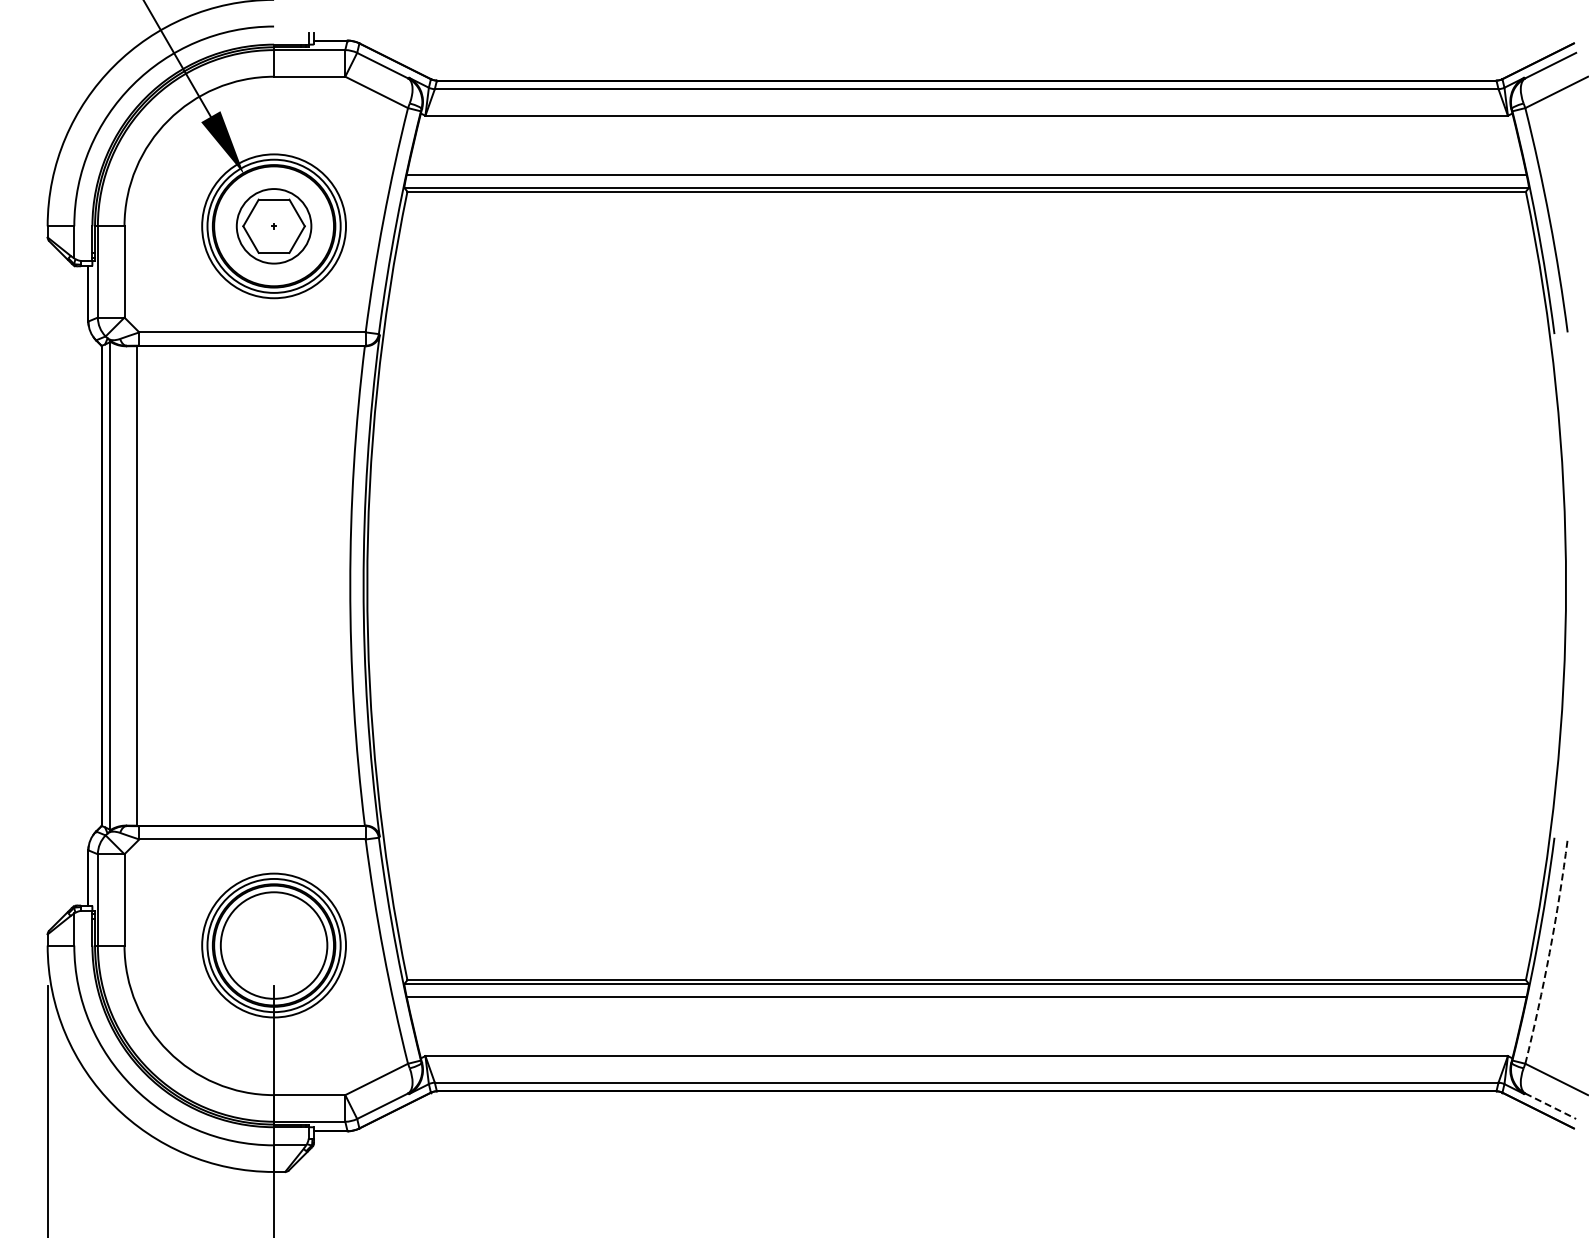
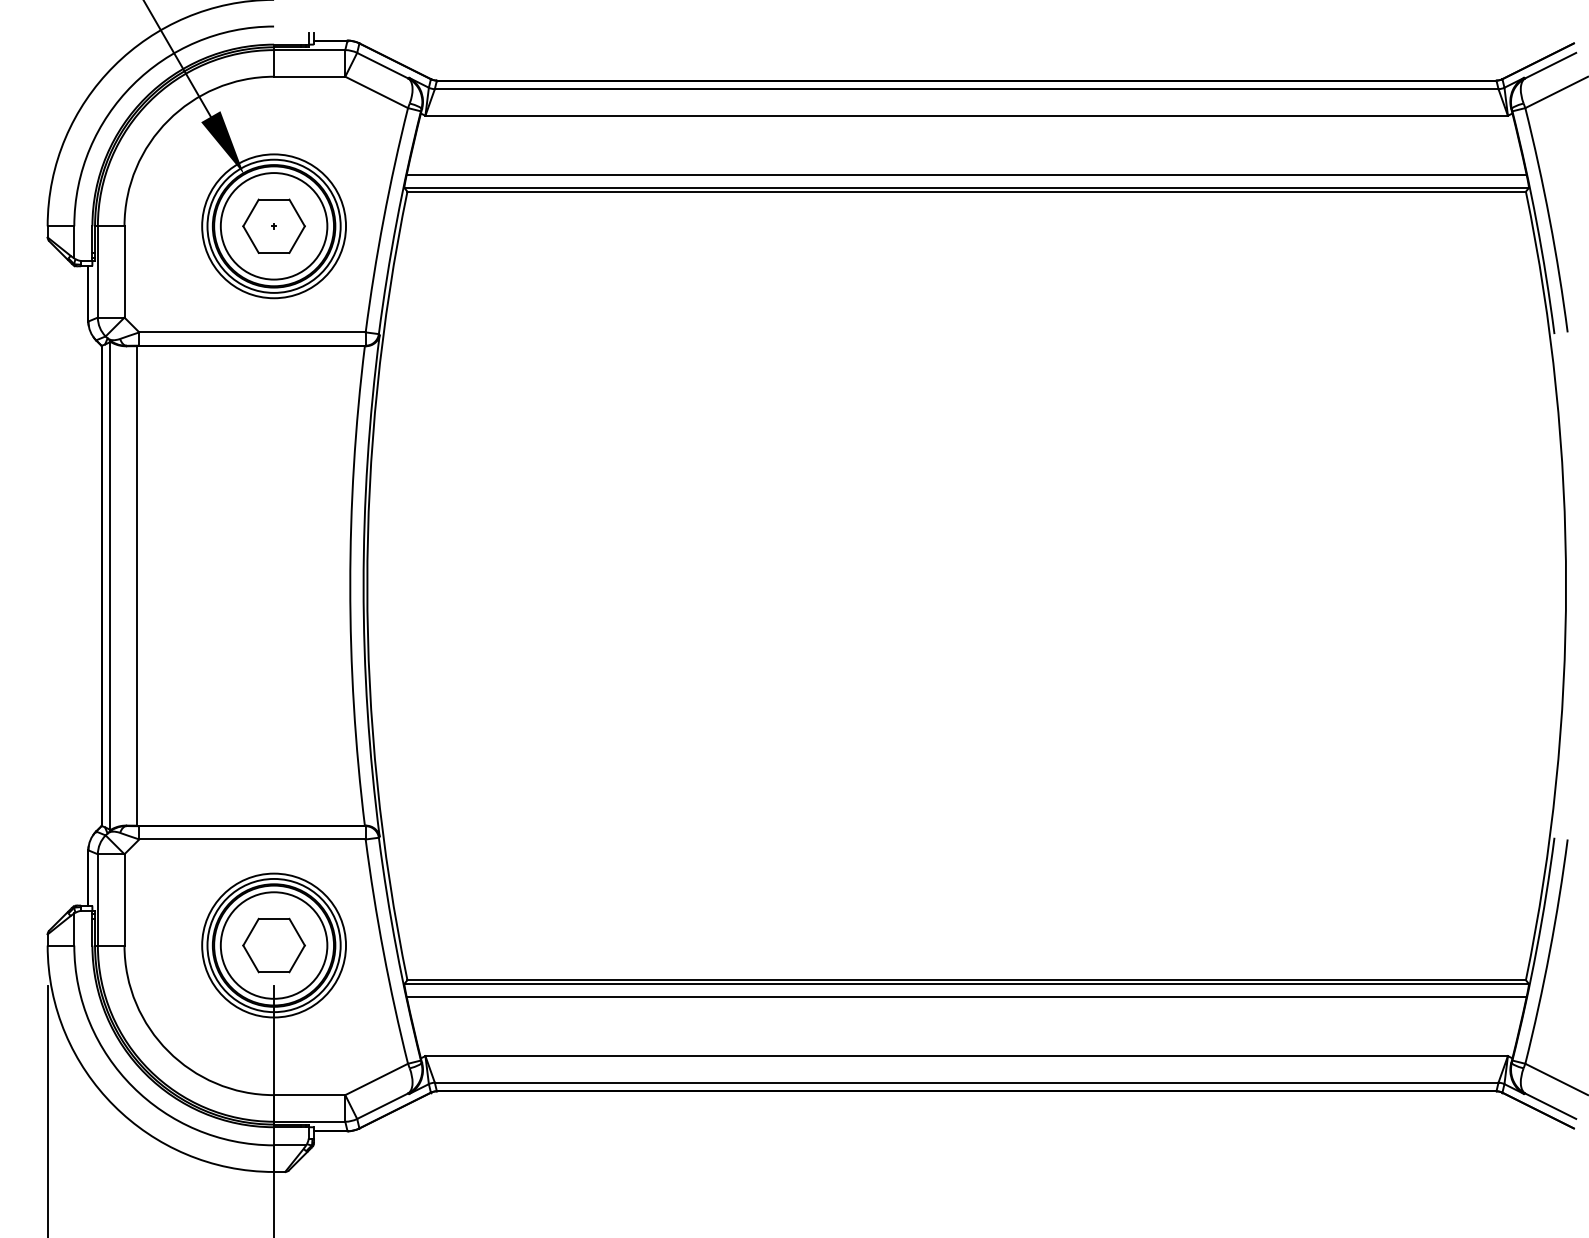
circle at (273, 226) diameter: 75 px -> 107 px
part at (273, 945): none -> present
arc at (1549, 952): dashed -> solid
line at (1551, 1106): dashed -> solid
